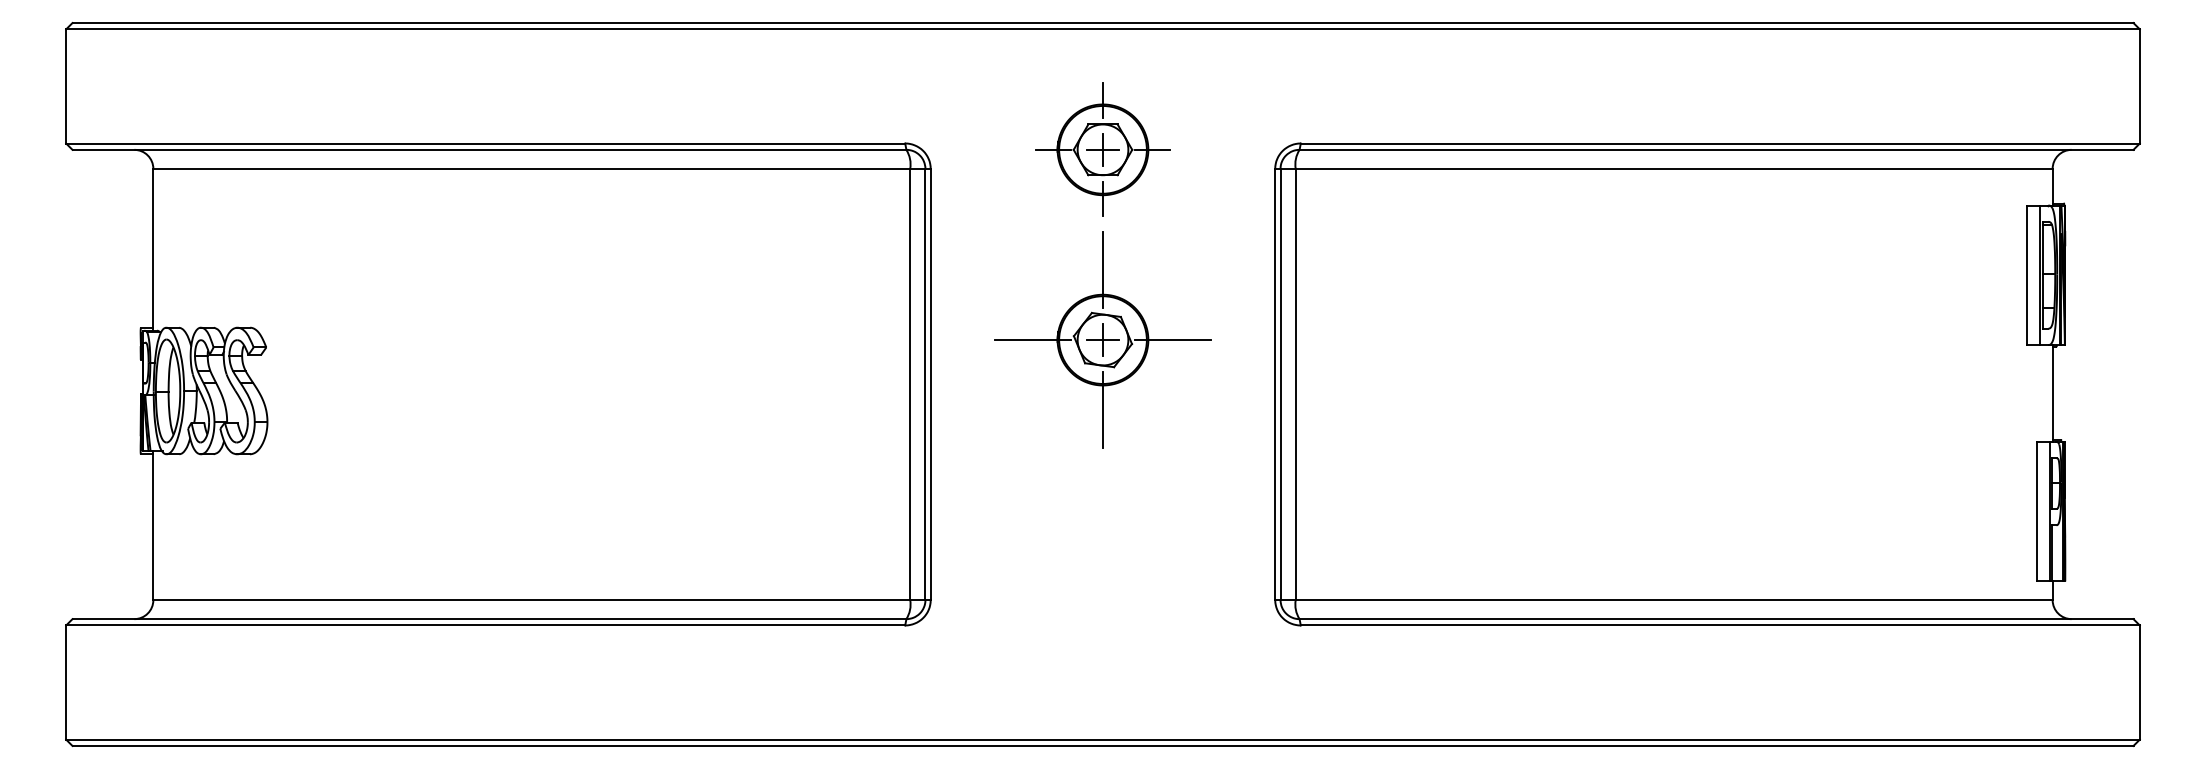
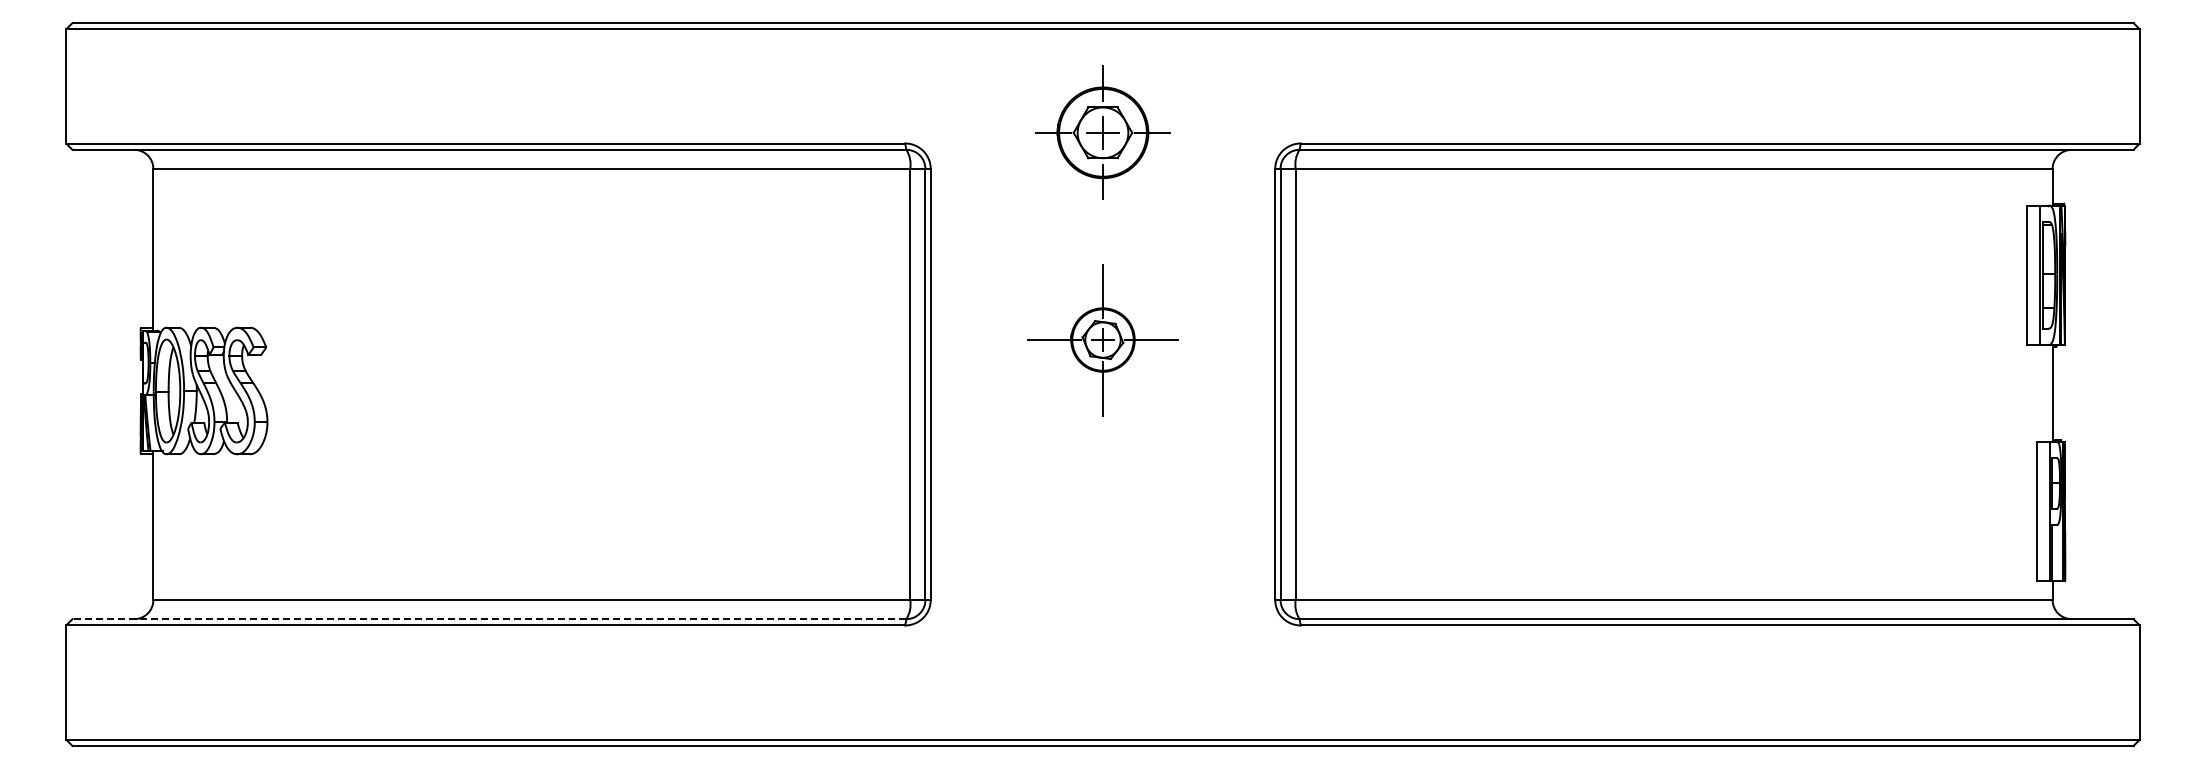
part at (1102, 149) position: (1102, 149) -> (1102, 132)
part at (1102, 339) size: 218x218 px -> 152x153 px
line at (489, 619): solid -> dashed
